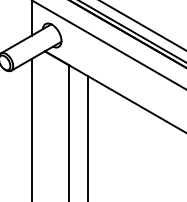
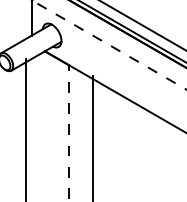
line at (108, 44): solid -> dashed
line at (31, 128) position: (31, 128) -> (25, 128)
line at (69, 133): solid -> dashed
line at (88, 137) position: (88, 137) -> (93, 137)
